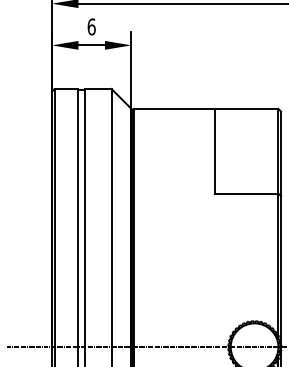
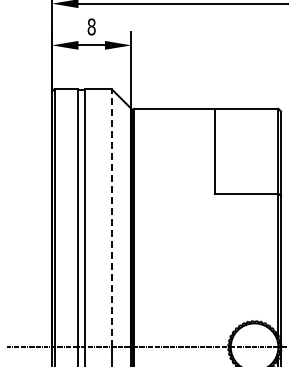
text at (91, 26): 6 -> 8
line at (111, 217): solid -> dashed
